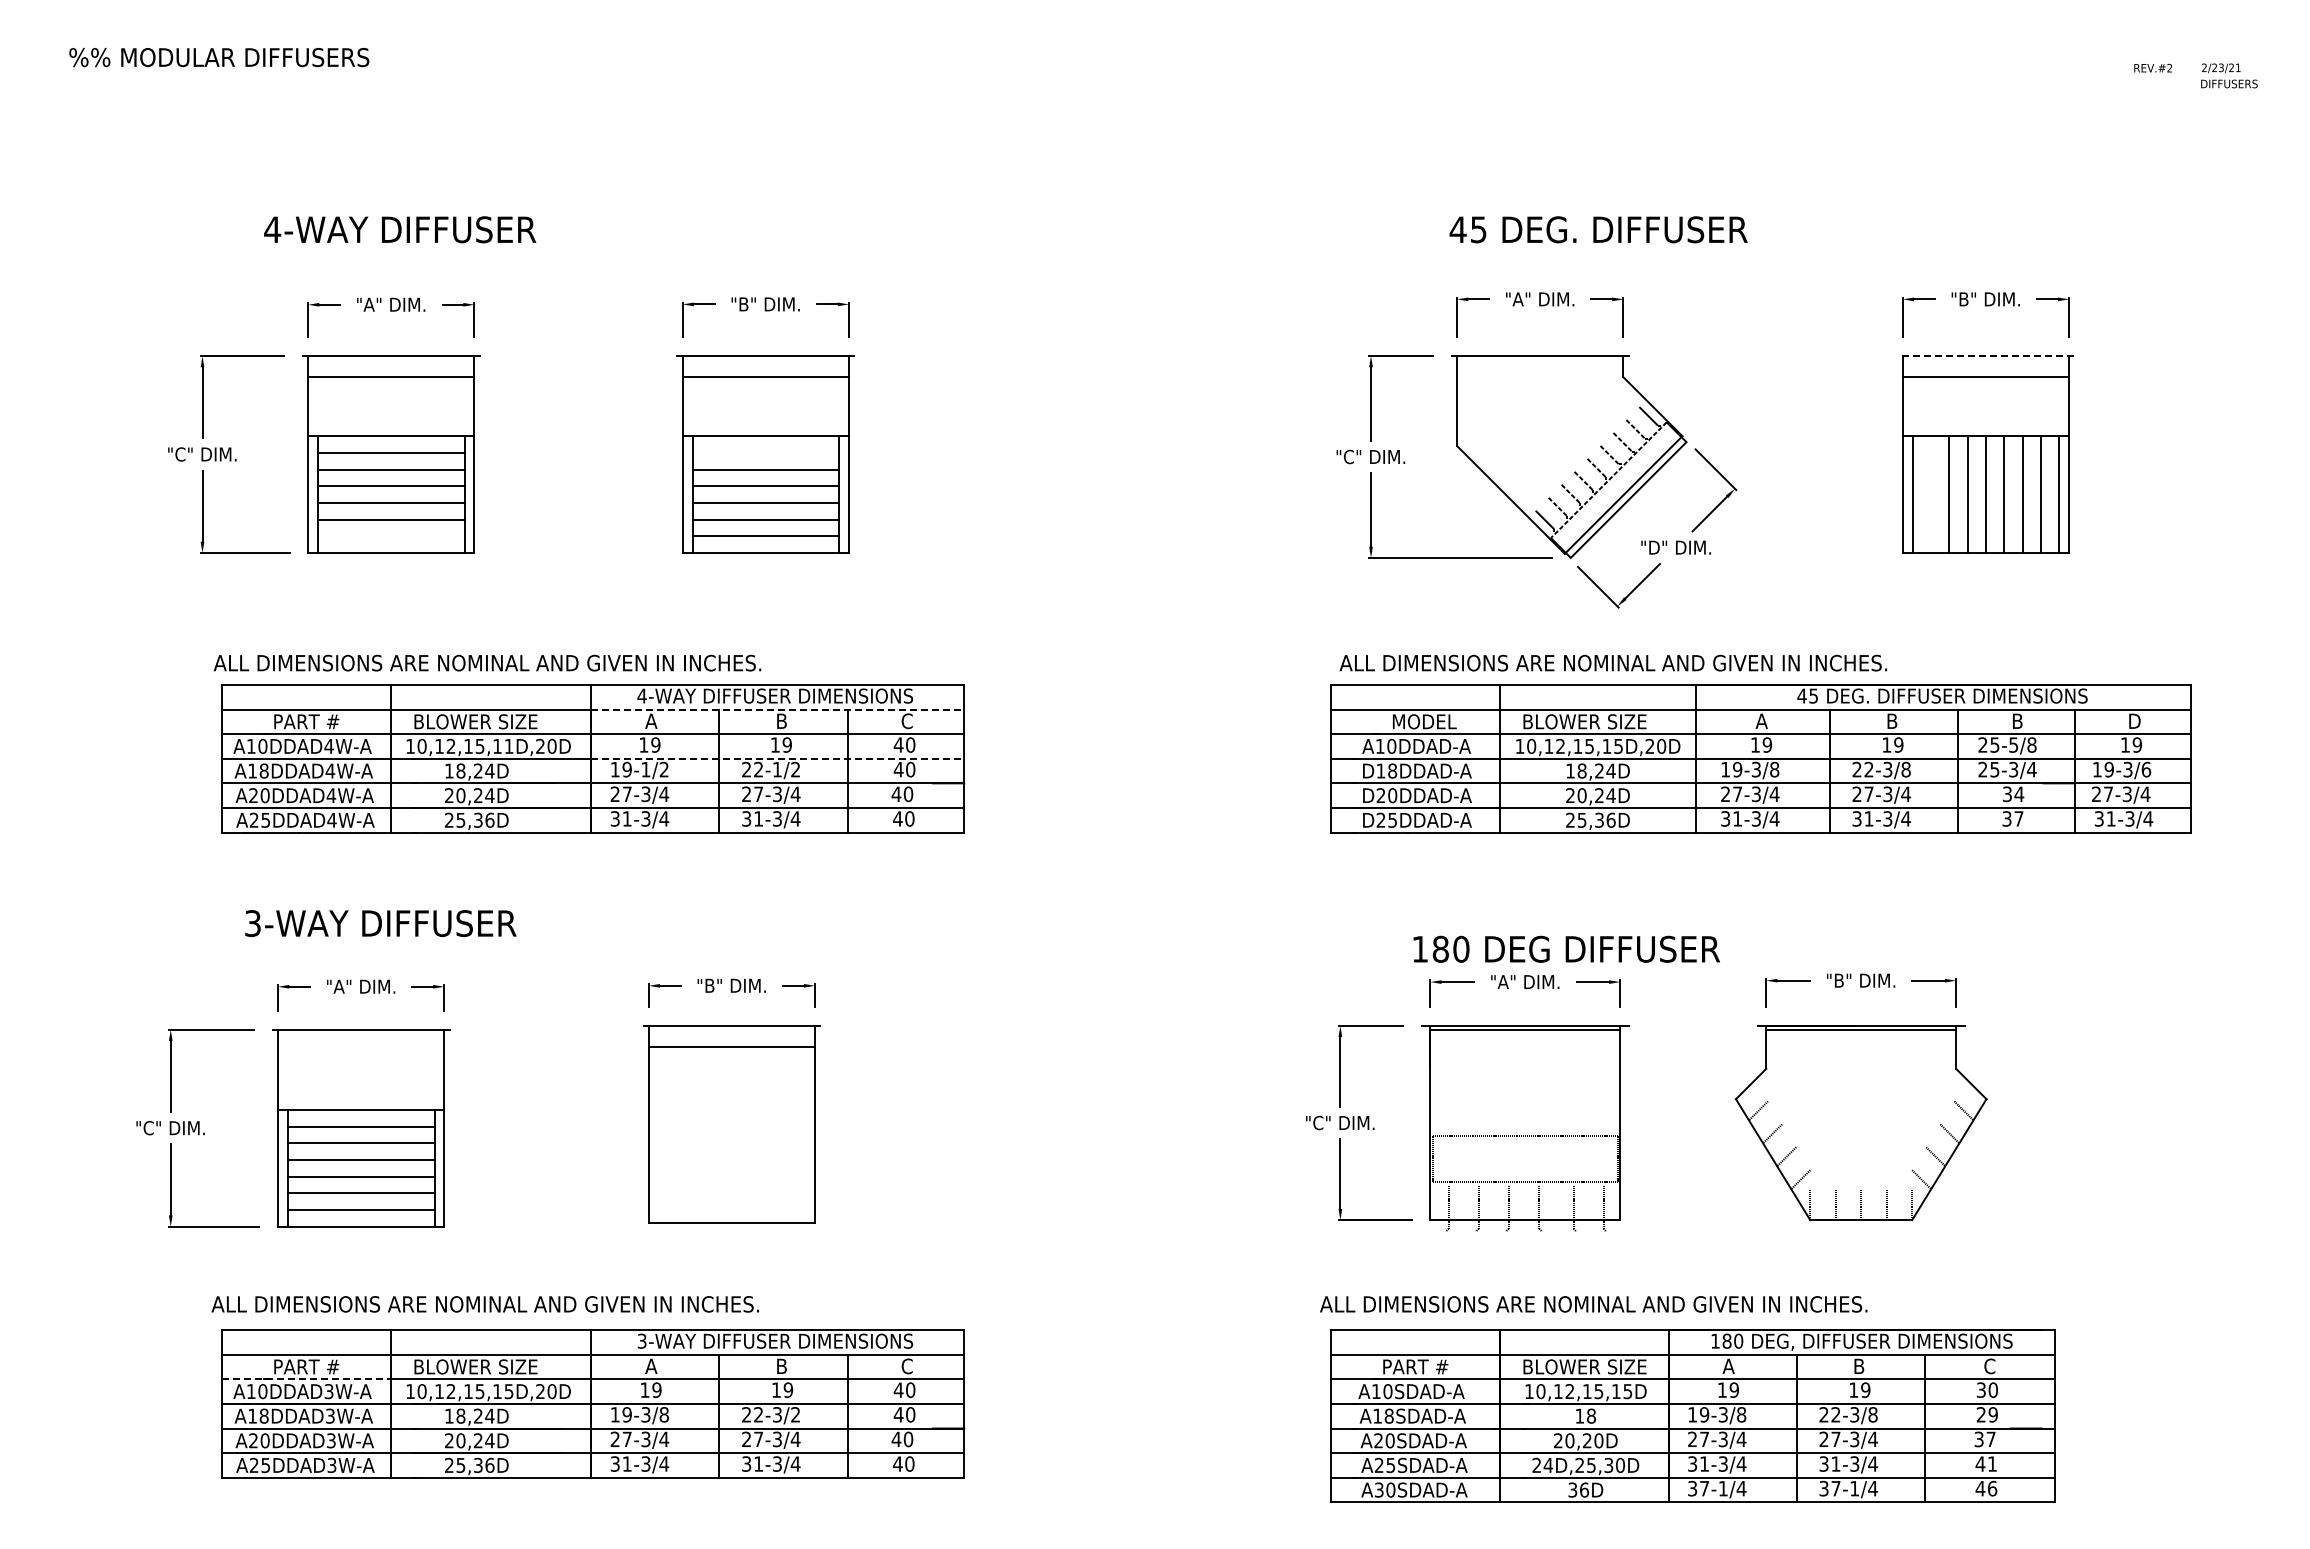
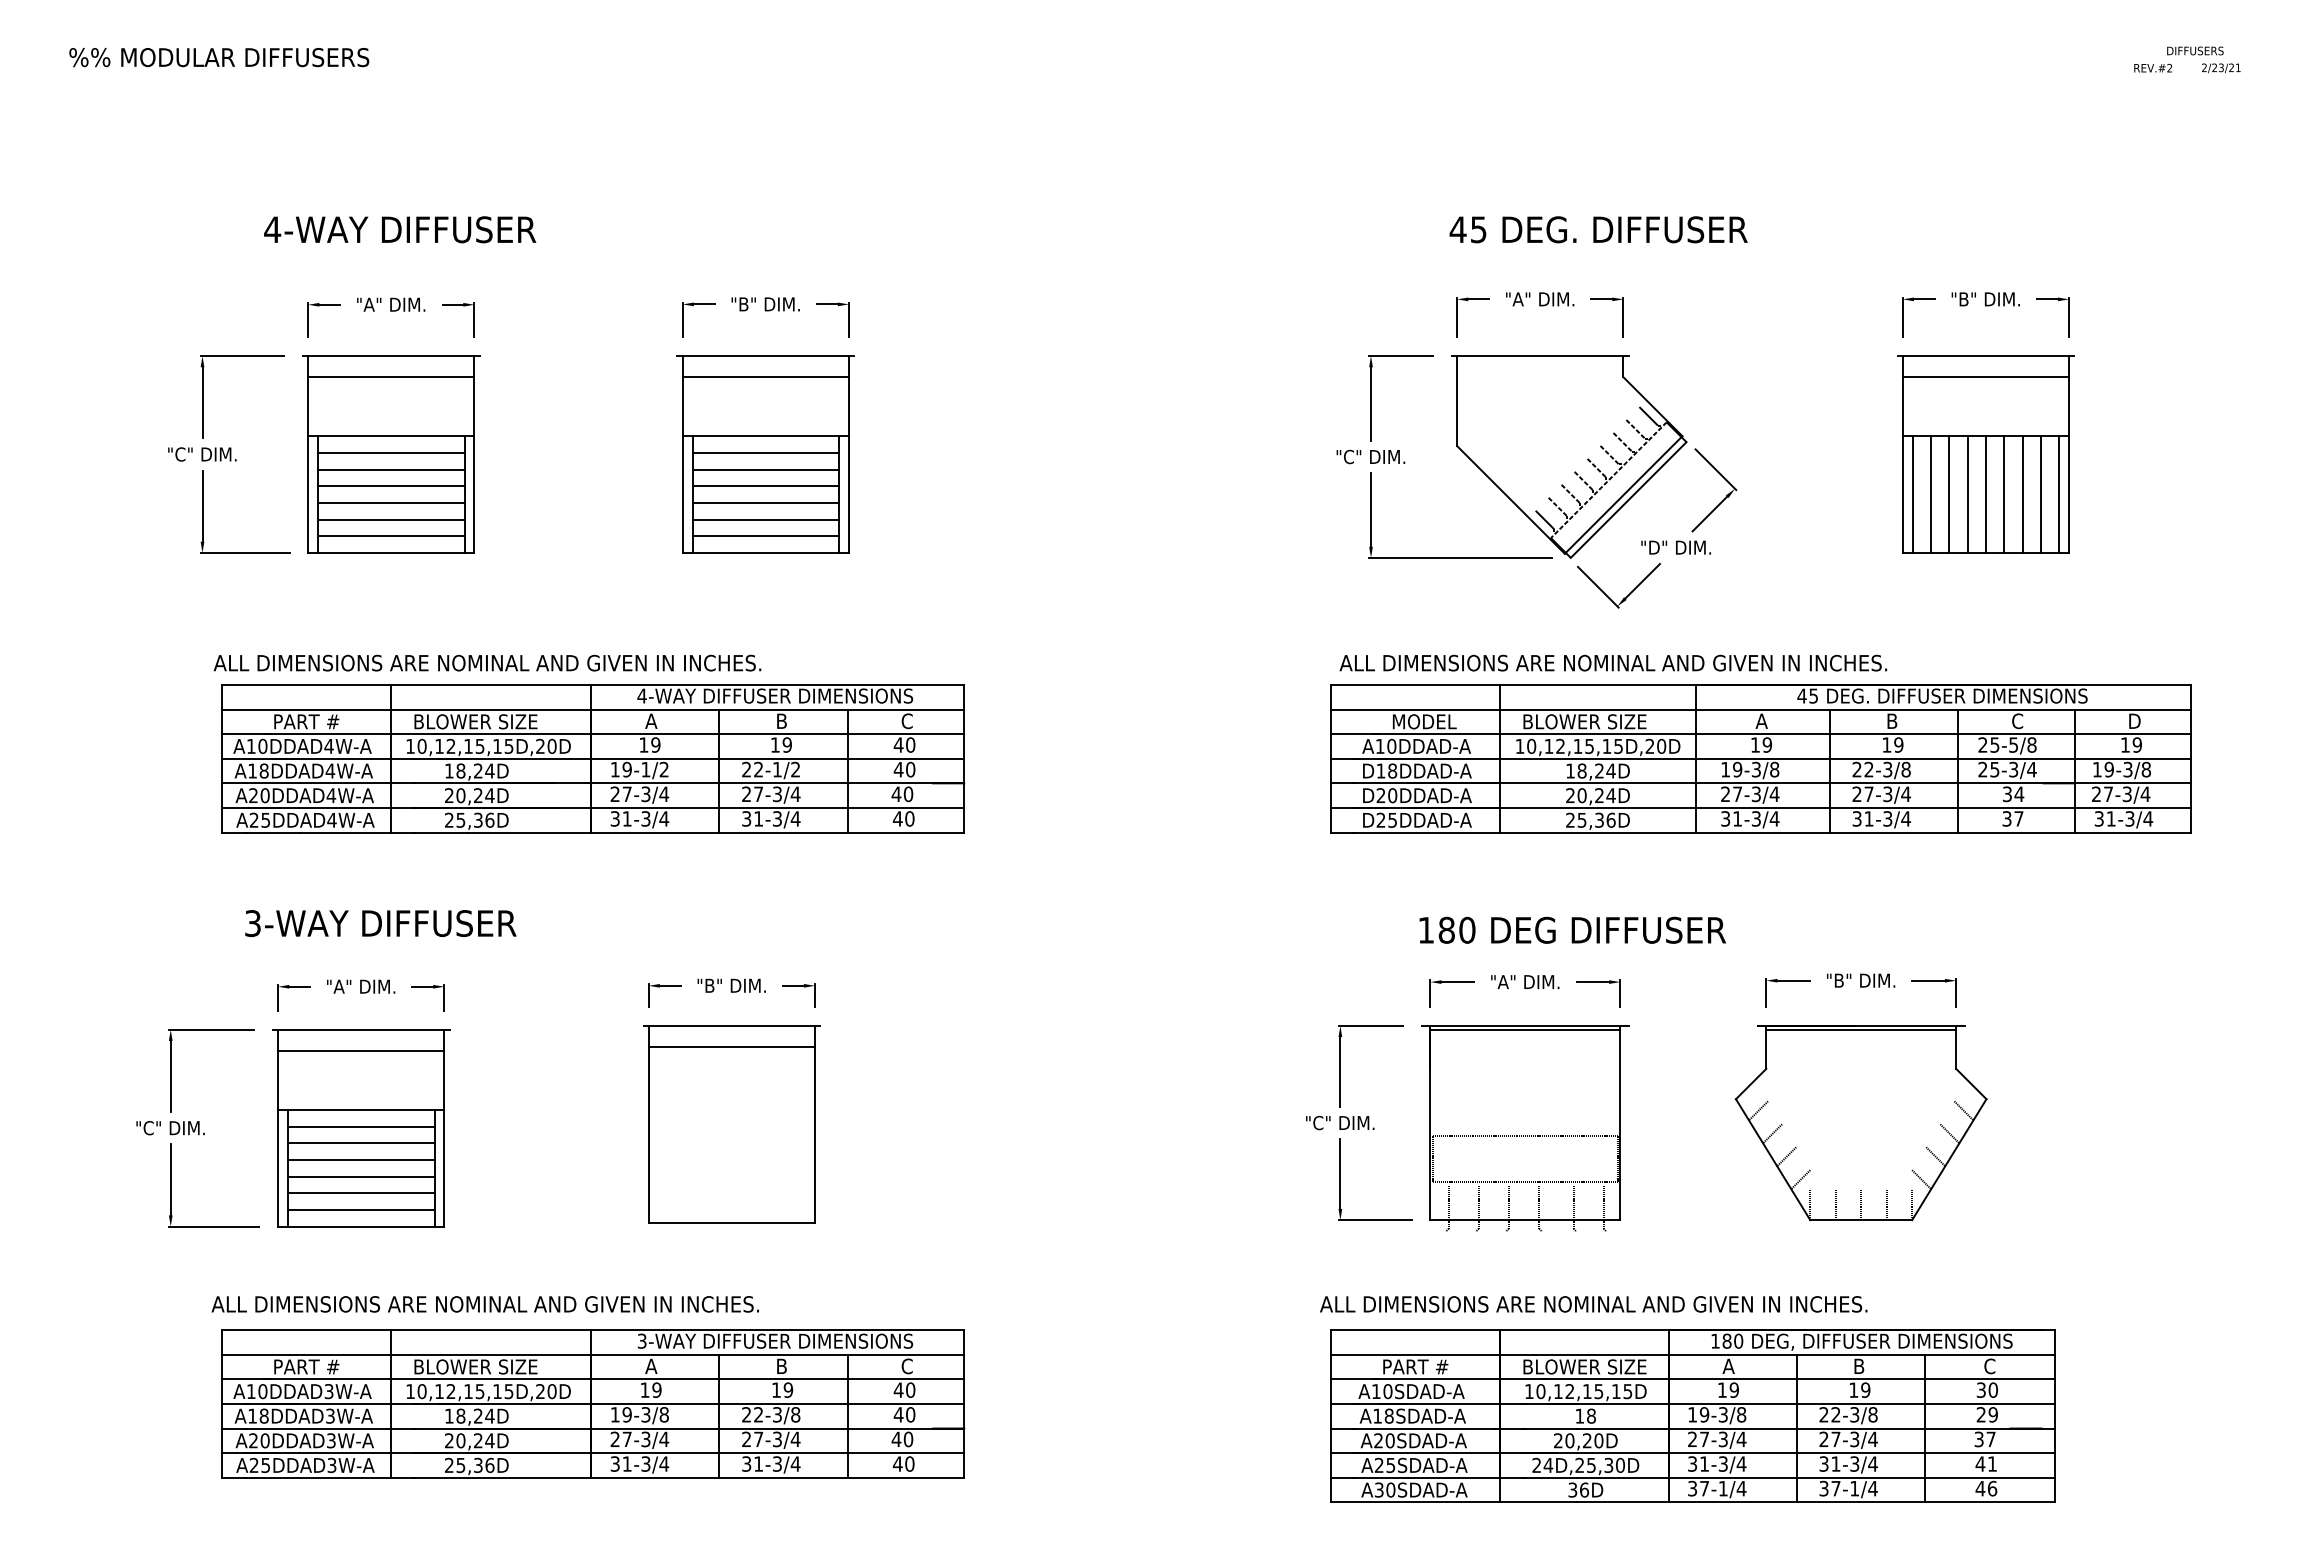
text at (2229, 83) position: (2229, 83) -> (2195, 50)
line at (1985, 356): dashed -> solid
line at (765, 452): none -> present
line at (1931, 494): none -> present
line at (391, 536): none -> present
line at (778, 709): dashed -> solid
text at (2017, 721): B -> C
text at (508, 746): 10,12,15,11D,20D -> 10,12,15,15D,20D
line at (778, 758): dashed -> solid
text at (2146, 769): 19-3/6 -> 19-3/8
text at (1566, 948) position: (1566, 948) -> (1572, 929)
line at (361, 1050): none -> present
line at (306, 1379): dashed -> solid
text at (795, 1414): 22-3/2 -> 22-3/8
